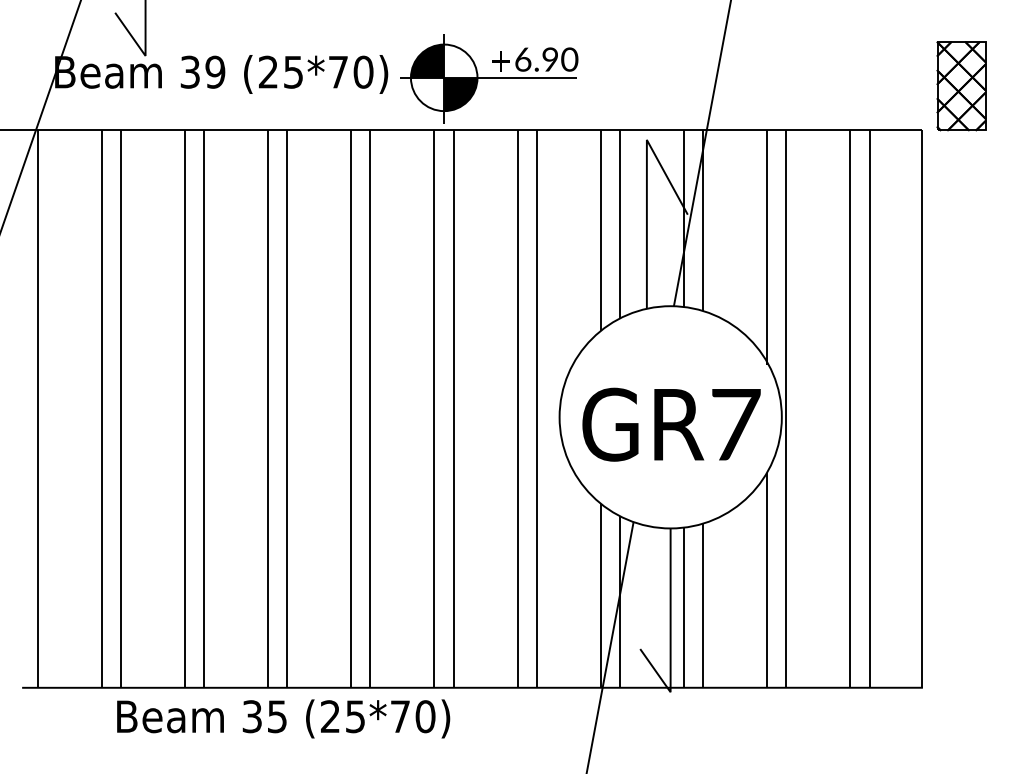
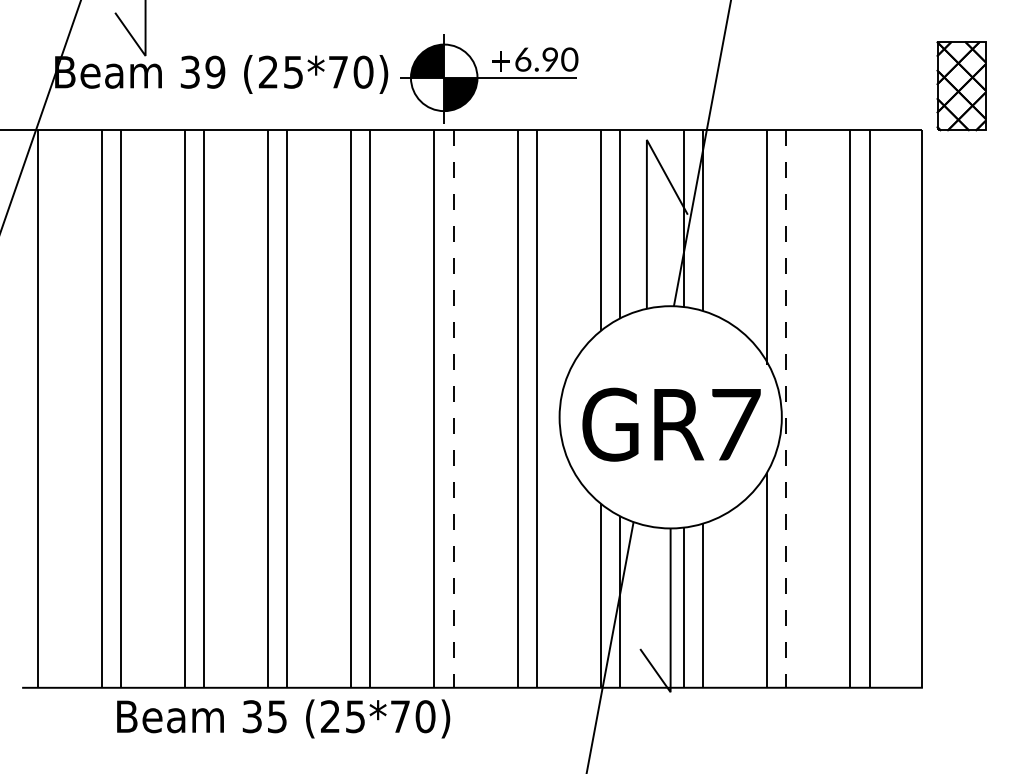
line at (453, 409): solid -> dashed
line at (786, 409): solid -> dashed
